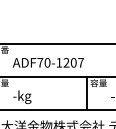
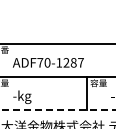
text at (73, 62): ADF70-1207 -> ADF70-1287
line at (58, 110): solid -> dashed
